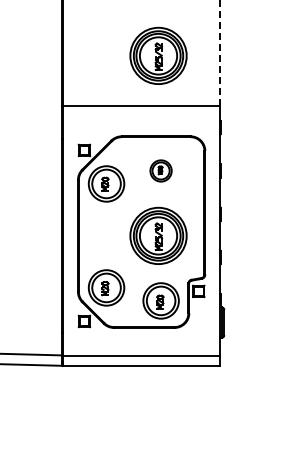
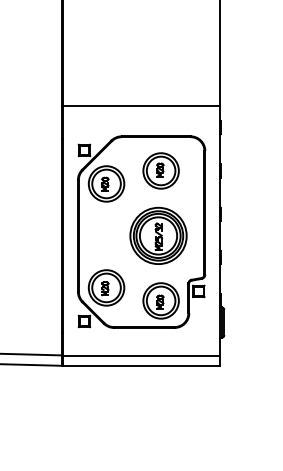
line at (220, 53): dashed -> solid
part at (158, 55): present -> none
part at (160, 170) size: 24x24 px -> 38x38 px
